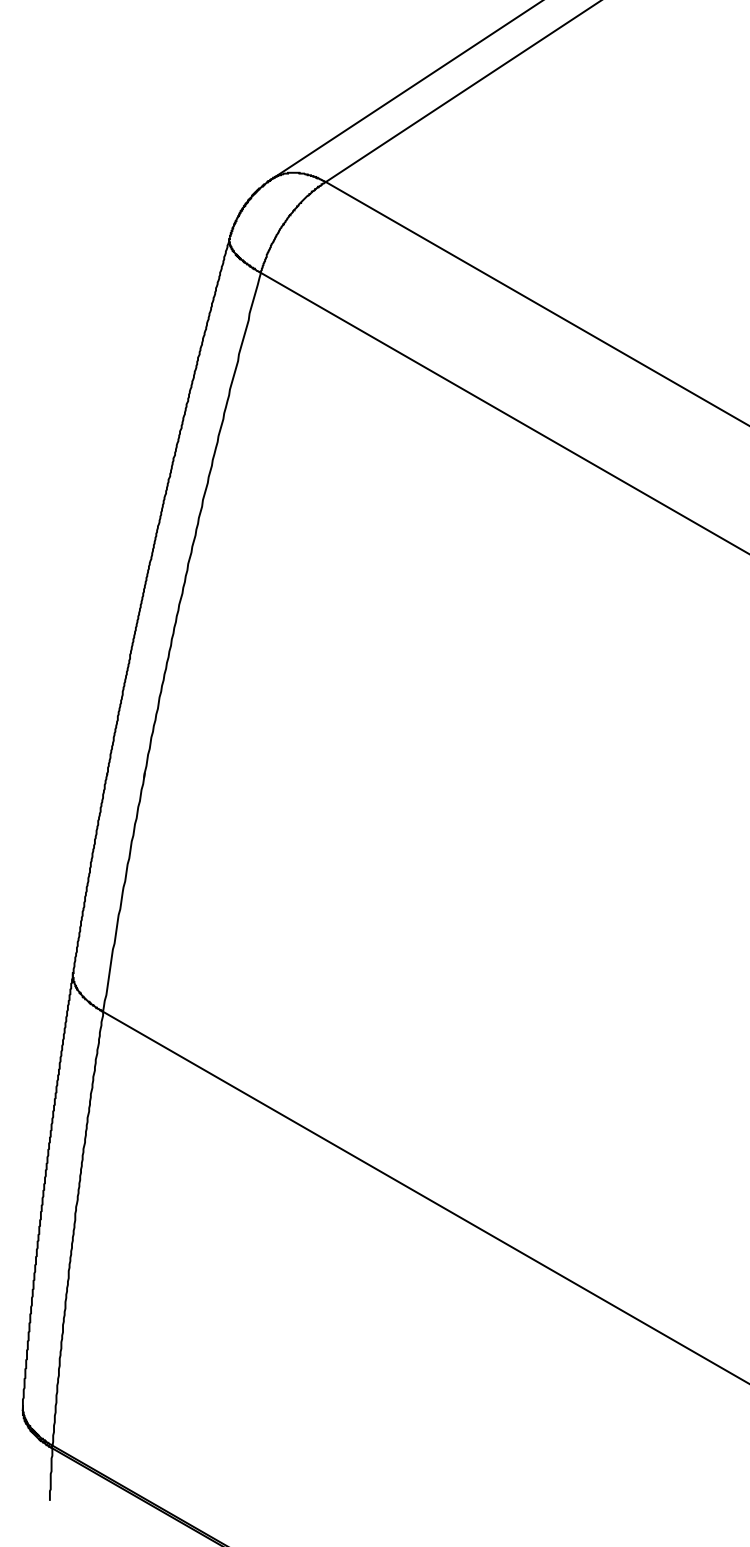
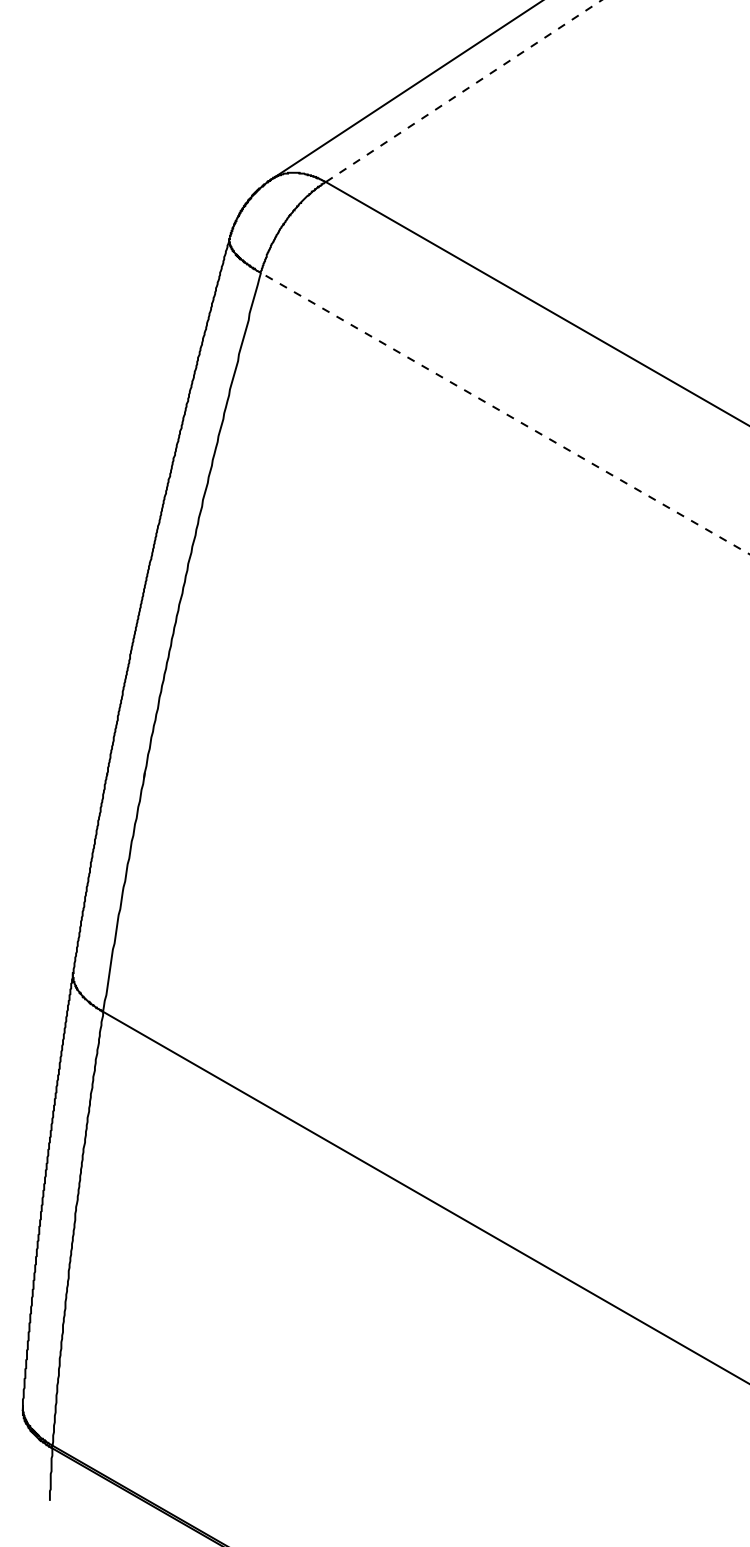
line at (464, 90): solid -> dashed
line at (505, 413): solid -> dashed
